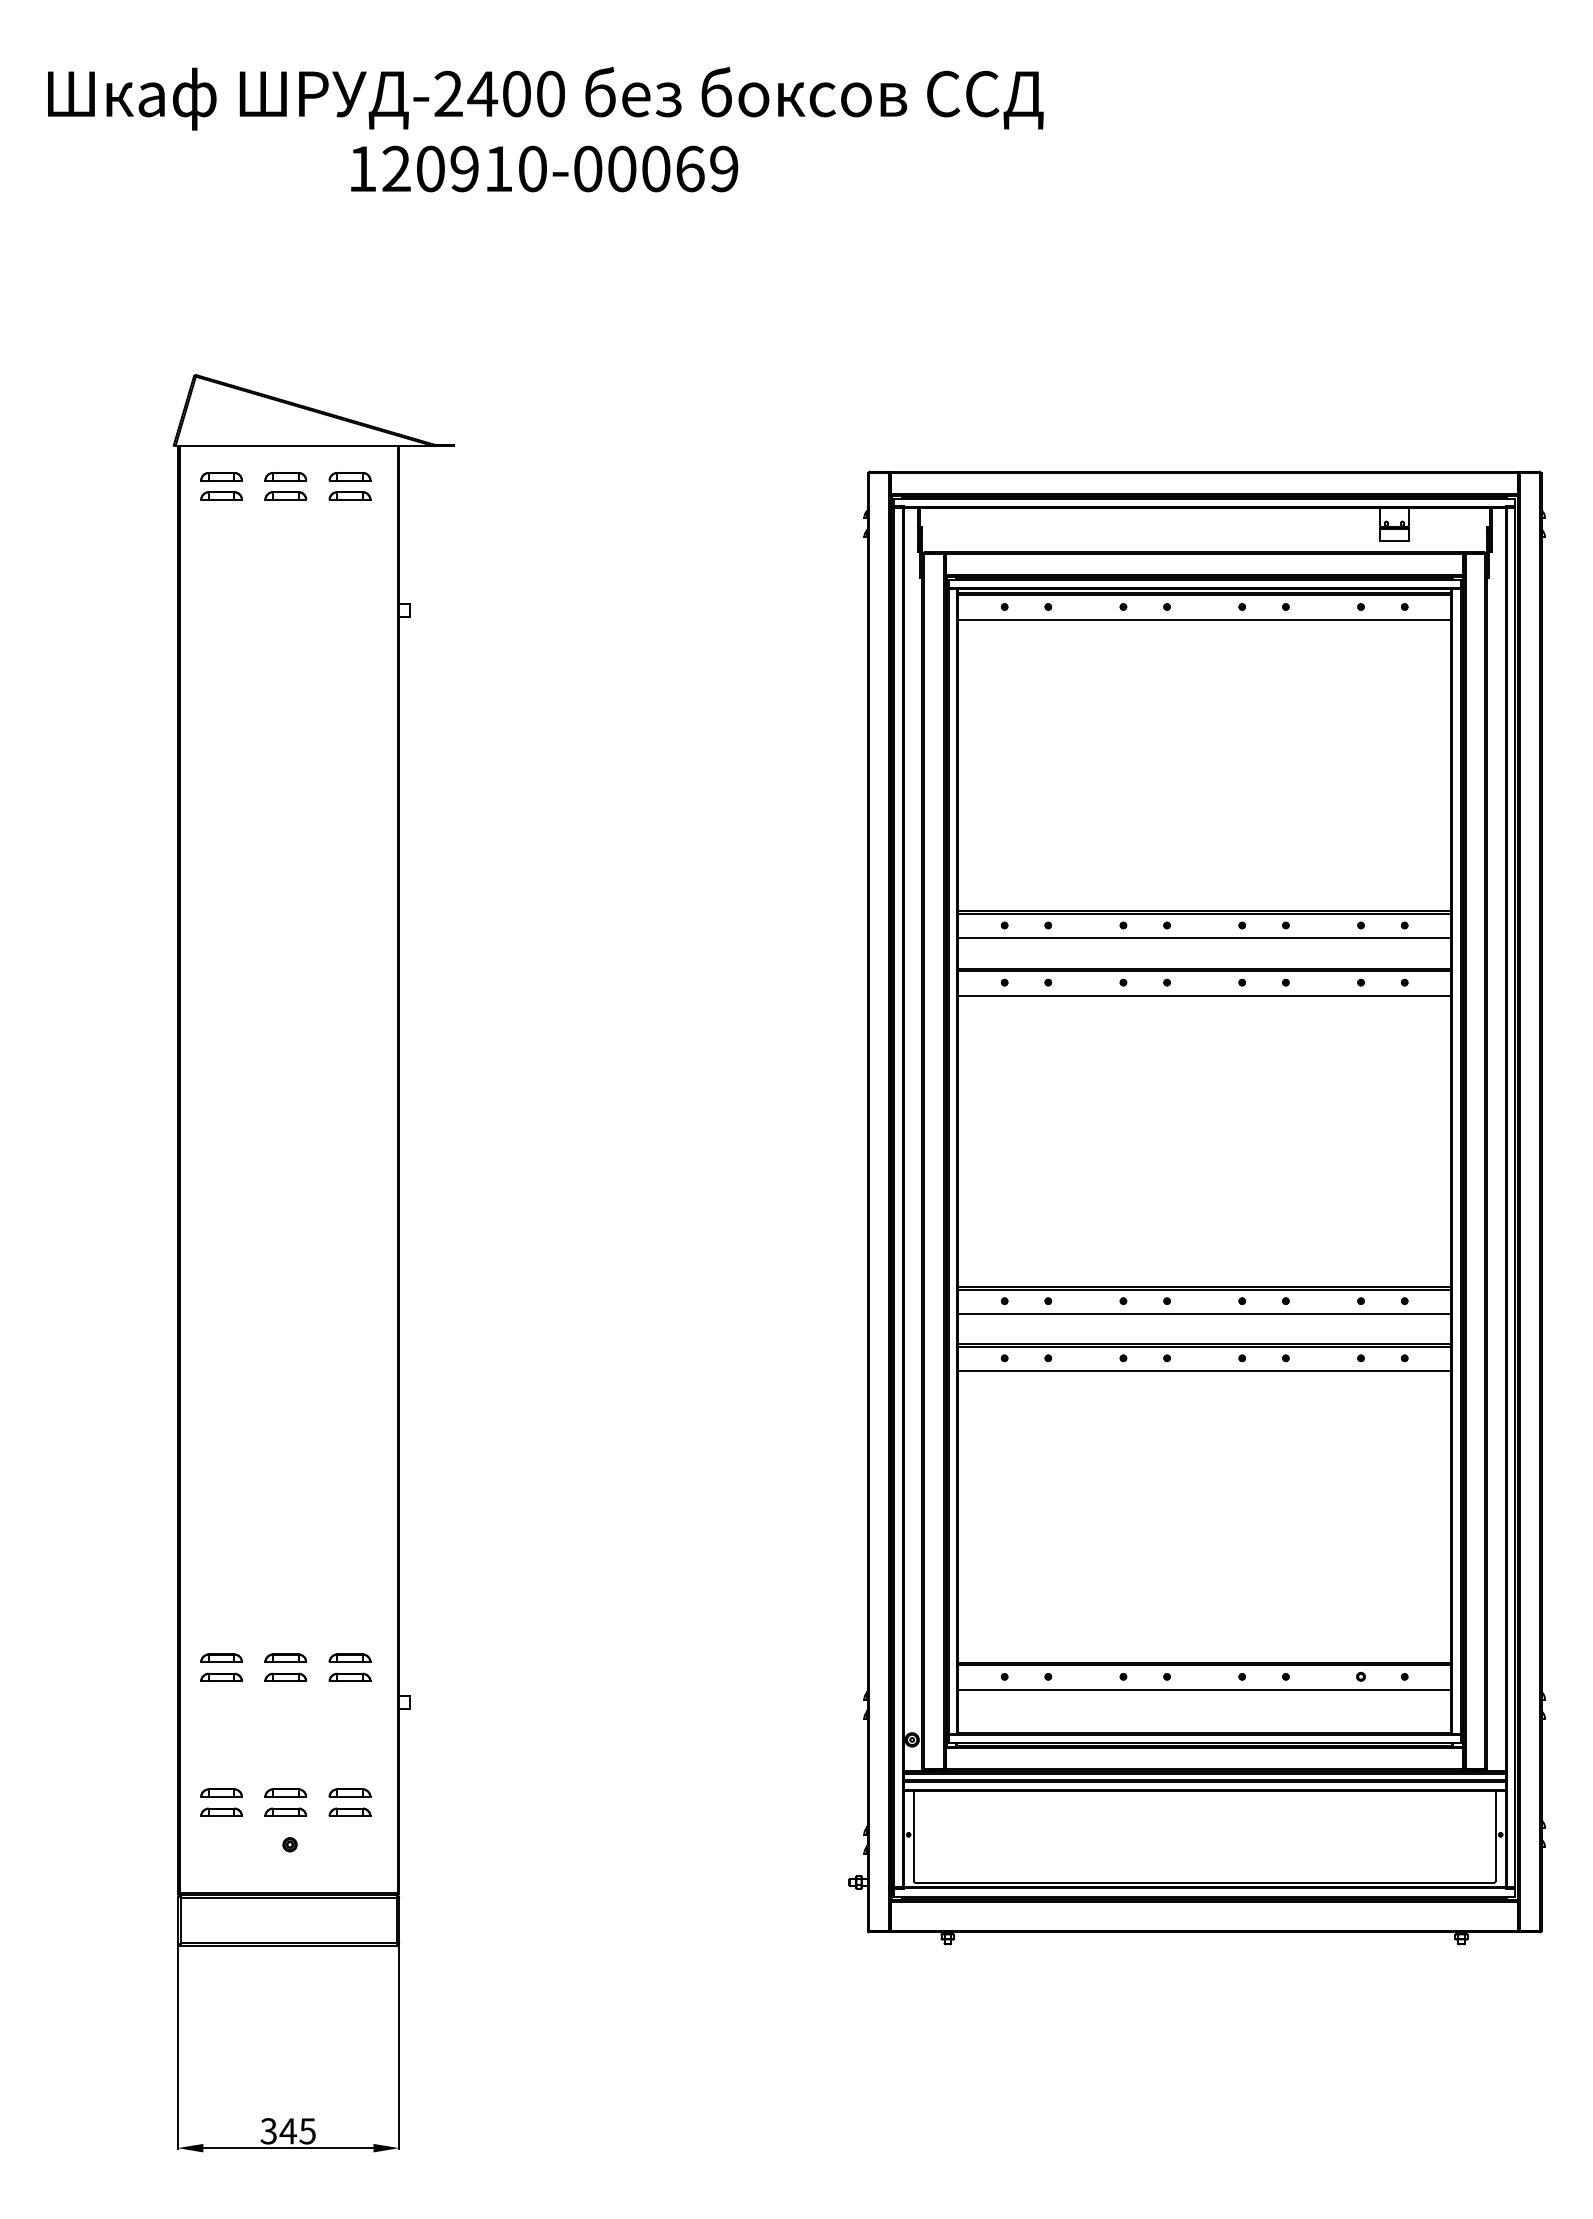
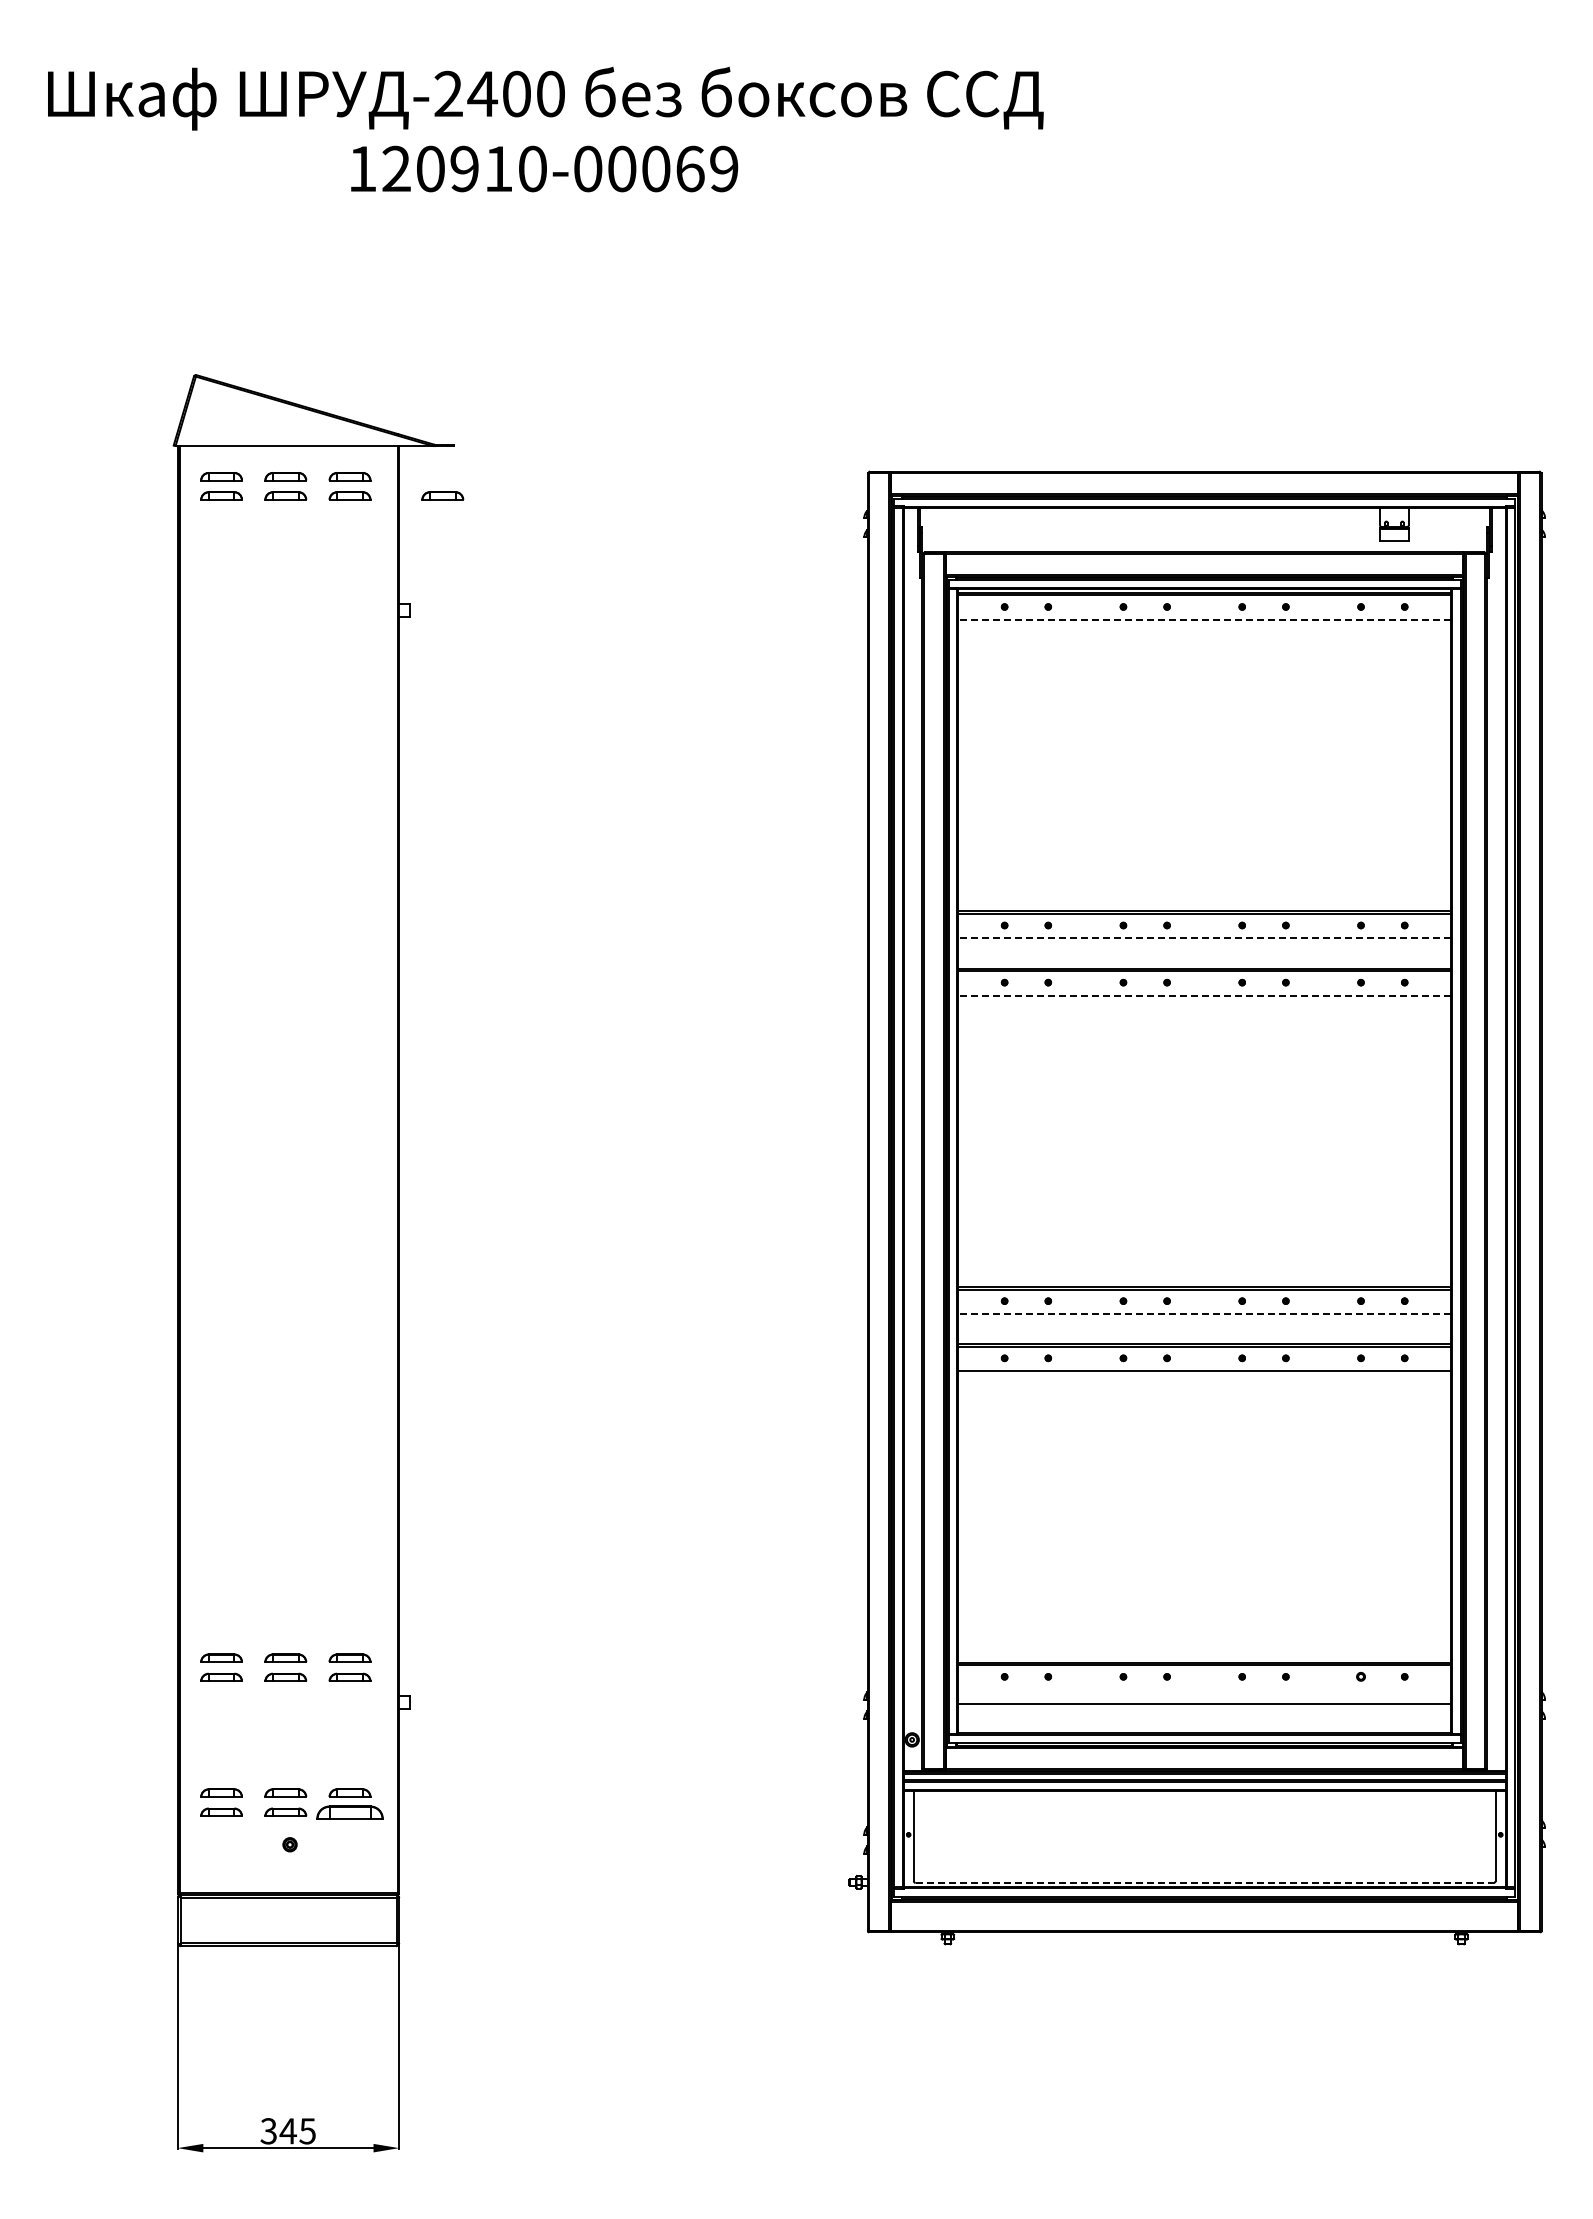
part at (442, 495): none -> present
line at (1204, 619): solid -> dashed
line at (1204, 938): solid -> dashed
line at (1204, 995): solid -> dashed
line at (1204, 1314): solid -> dashed
line at (1204, 1689) position: (1204, 1689) -> (1204, 1703)
part at (349, 1811) size: 44x10 px -> 68x15 px
line at (1204, 1882): solid -> dashed
